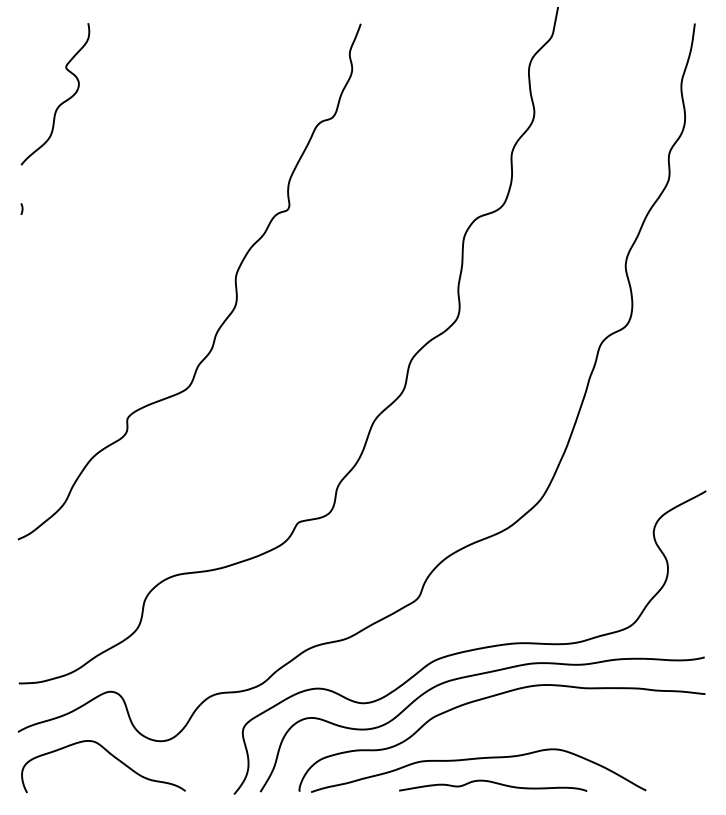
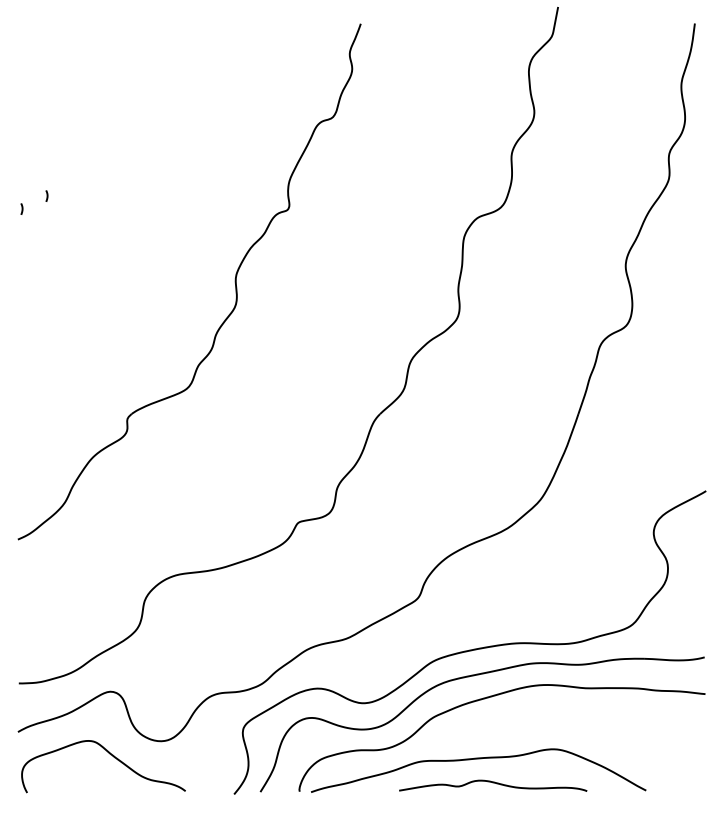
curve at (61, 102): present -> none
curve at (46, 195): none -> present
